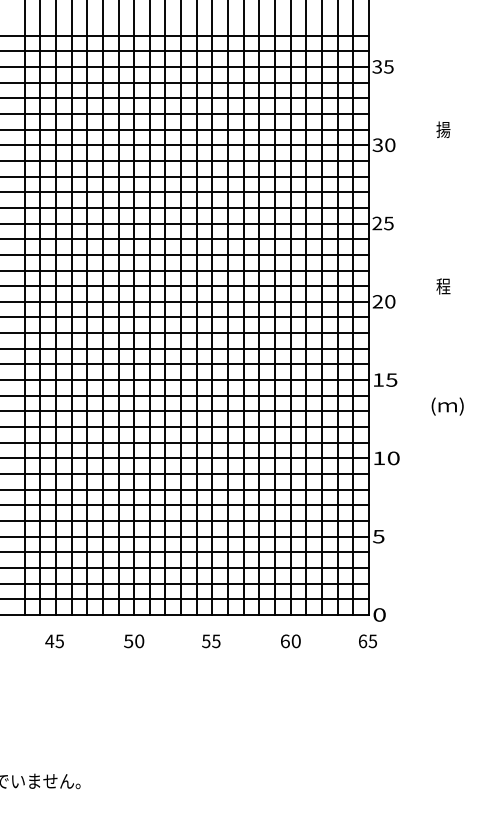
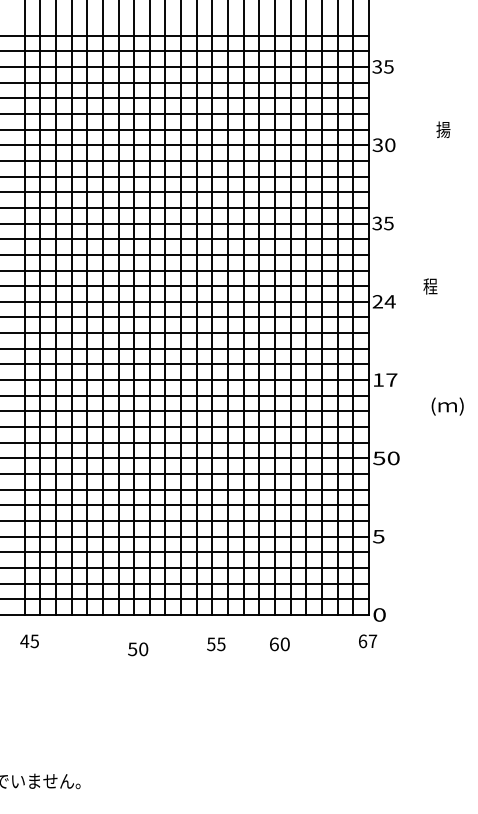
text at (377, 223): 25 -> 35
text at (443, 286) position: (443, 286) -> (430, 286)
text at (389, 301): 20 -> 24
text at (391, 379): 15 -> 17
text at (379, 458): 10 -> 50
text at (54, 641) position: (54, 641) -> (29, 641)
text at (134, 641) position: (134, 641) -> (138, 649)
text at (211, 641) position: (211, 641) -> (216, 644)
text at (290, 641) position: (290, 641) -> (279, 644)
text at (372, 641): 65 -> 67
